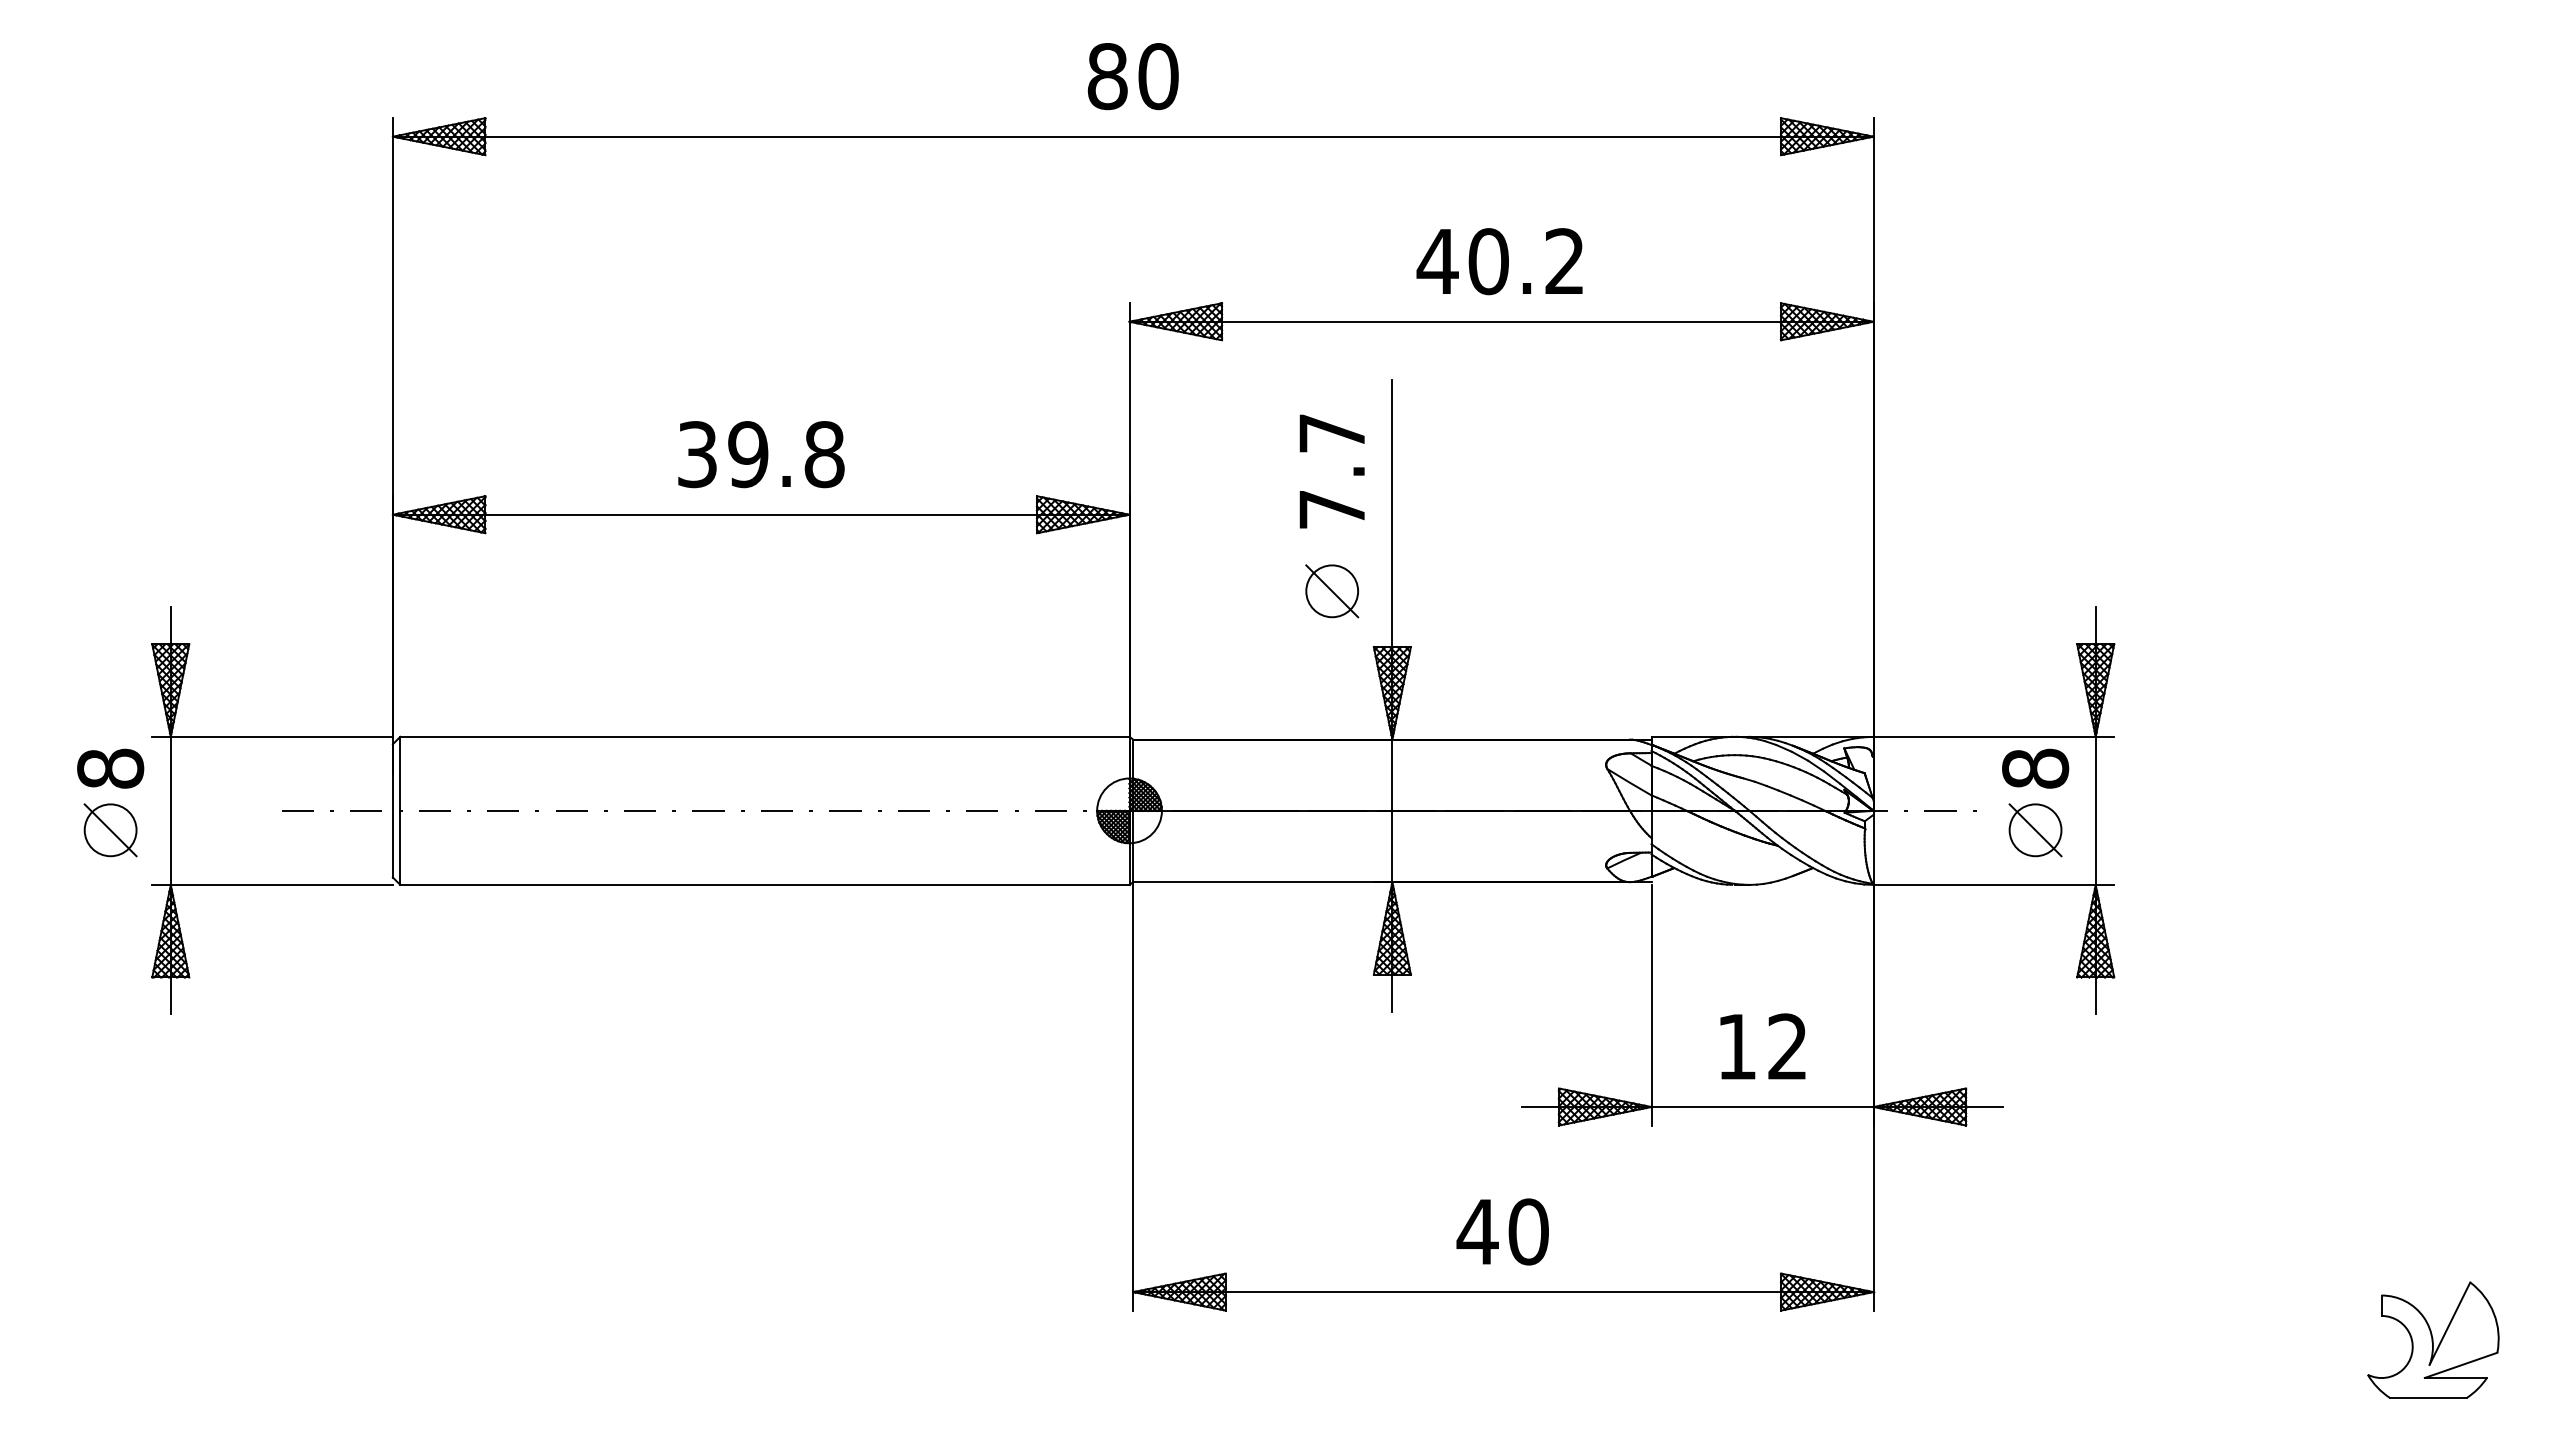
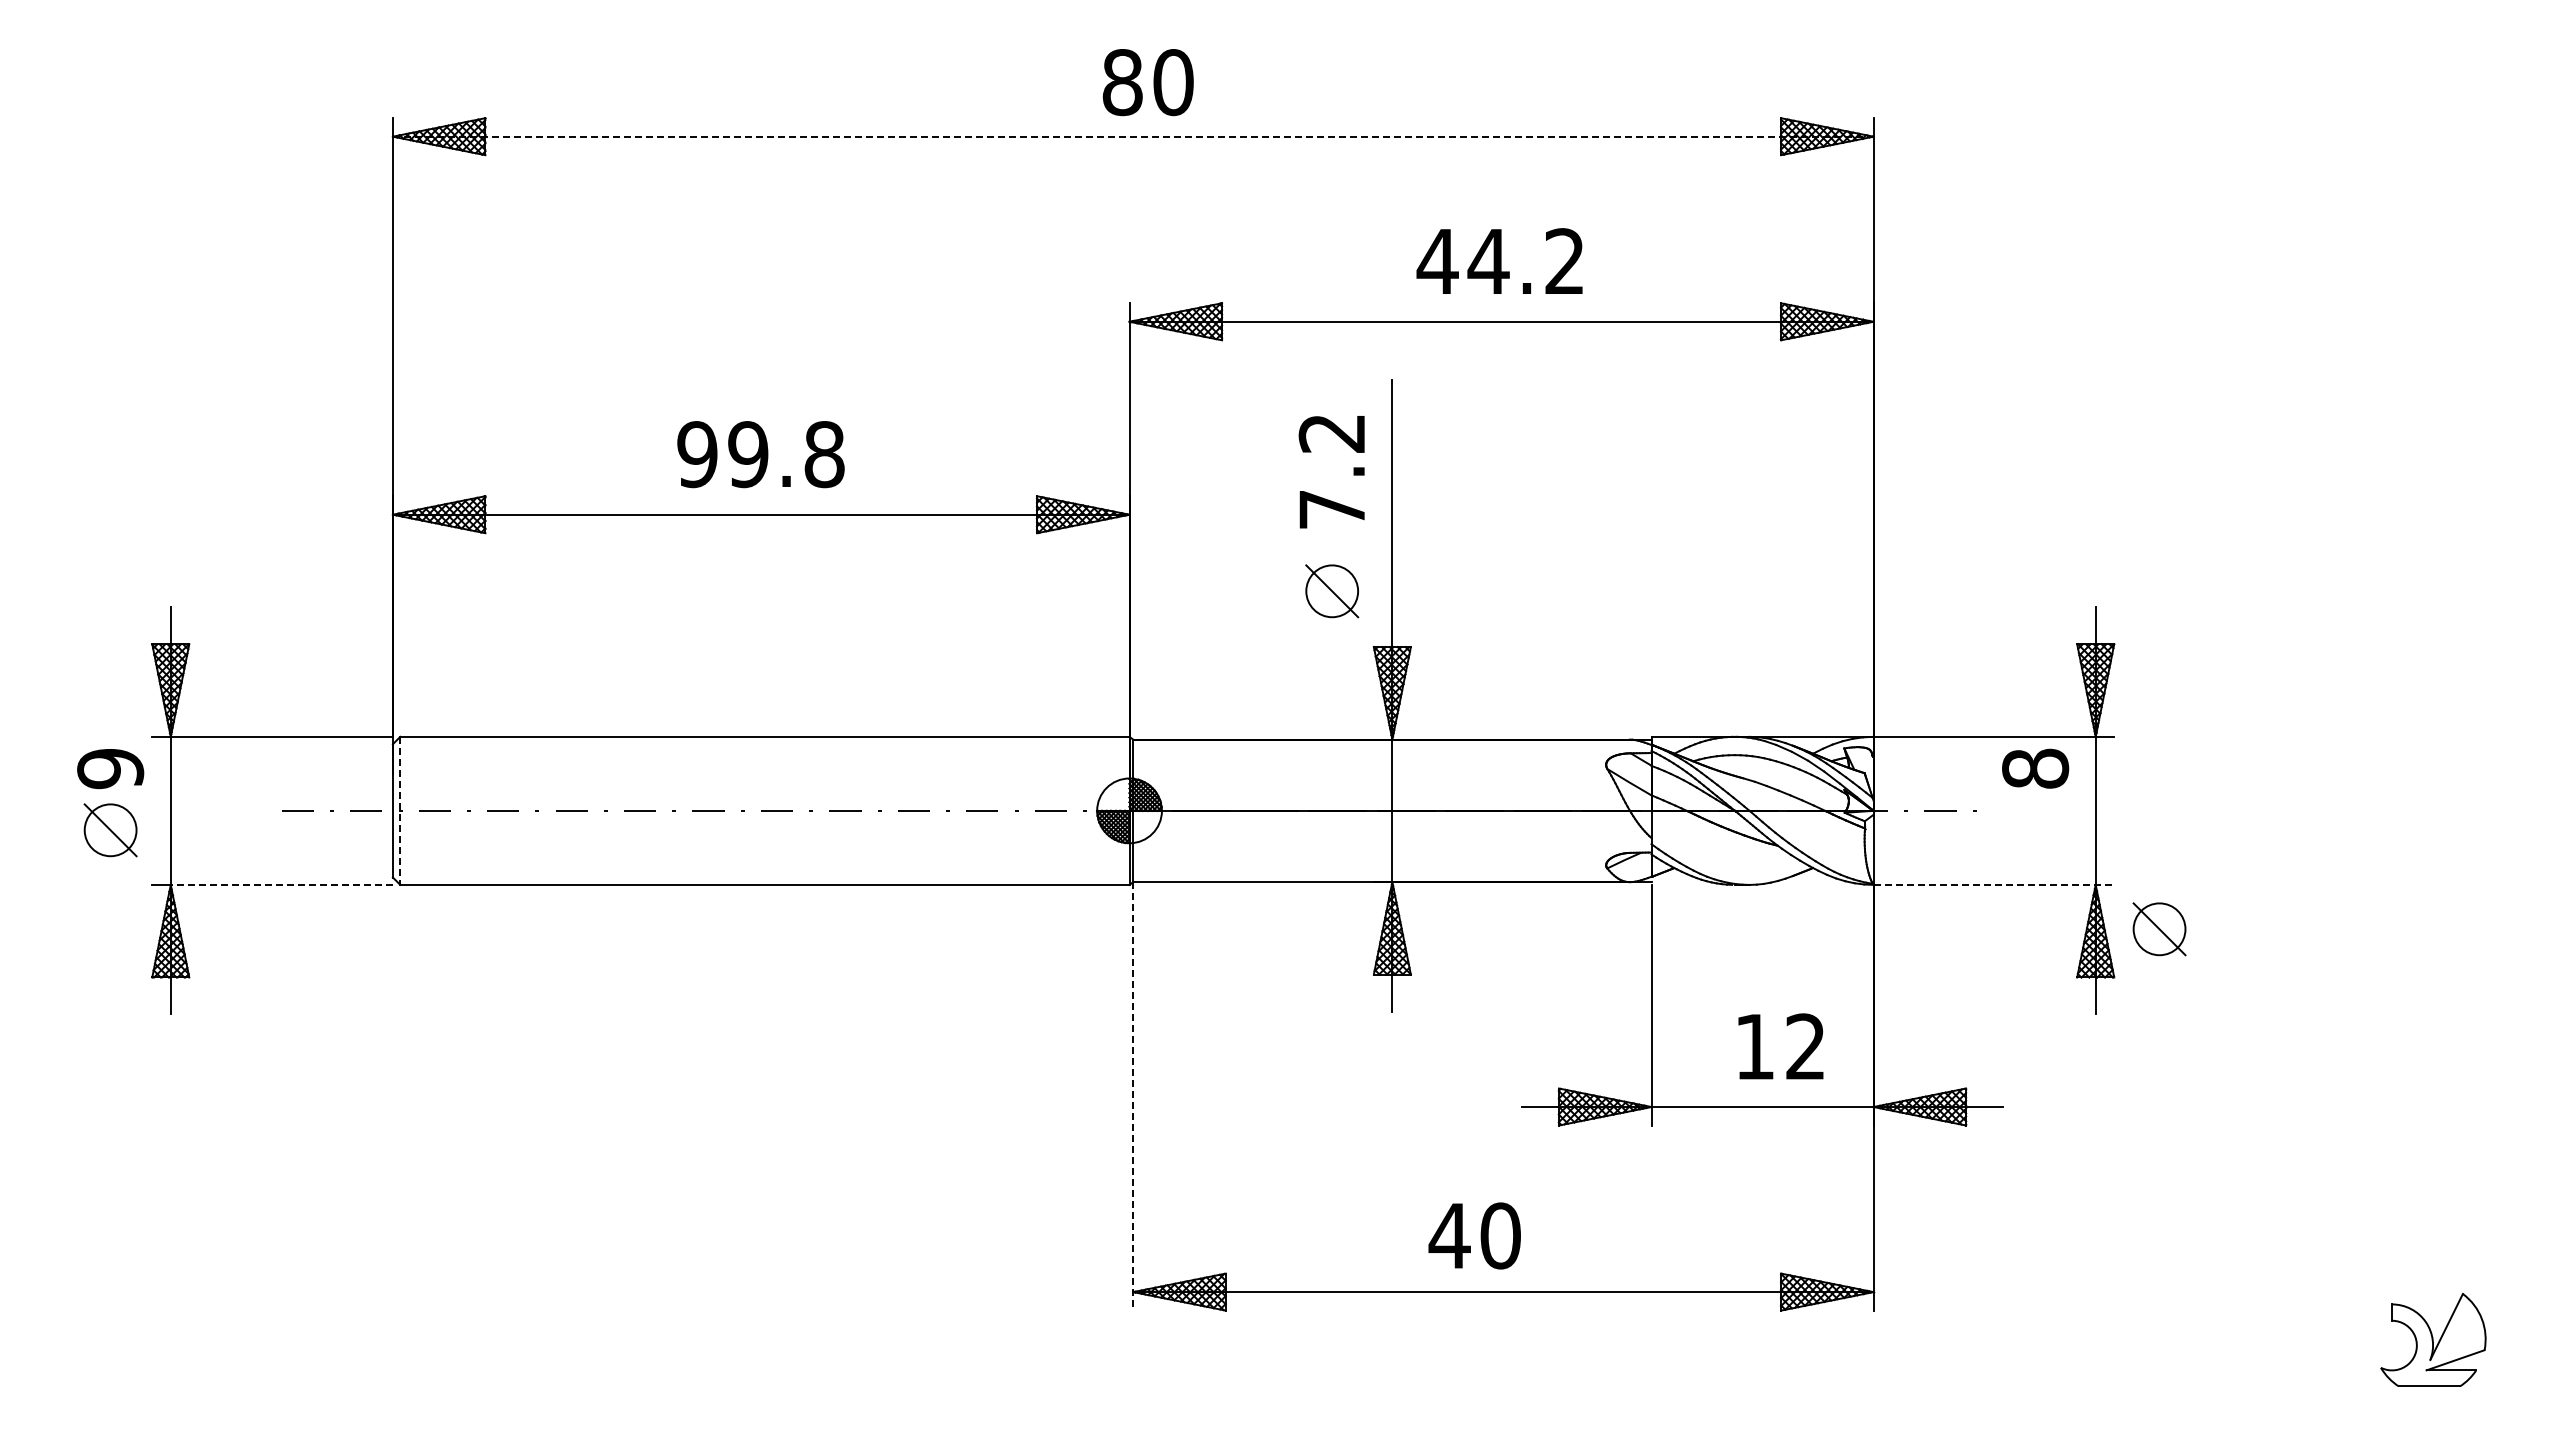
text at (1132, 76) position: (1132, 76) -> (1147, 82)
line at (1133, 136): solid -> dashed
text at (1488, 261): 40.2 -> 44.2
text at (1331, 433): 7.7 -> 7.2
text at (697, 454): 39.8 -> 99.8
text at (110, 768): 8 -> 9
line at (400, 811): solid -> dashed
part at (2035, 830) position: (2035, 830) -> (2159, 929)
line at (281, 884): solid -> dashed
line at (1994, 884): solid -> dashed
text at (1762, 1046) position: (1762, 1046) -> (1780, 1046)
line at (1133, 1096): solid -> dashed
text at (1502, 1231) position: (1502, 1231) -> (1474, 1235)
part at (2433, 1339) size: 133x118 px -> 107x94 px
